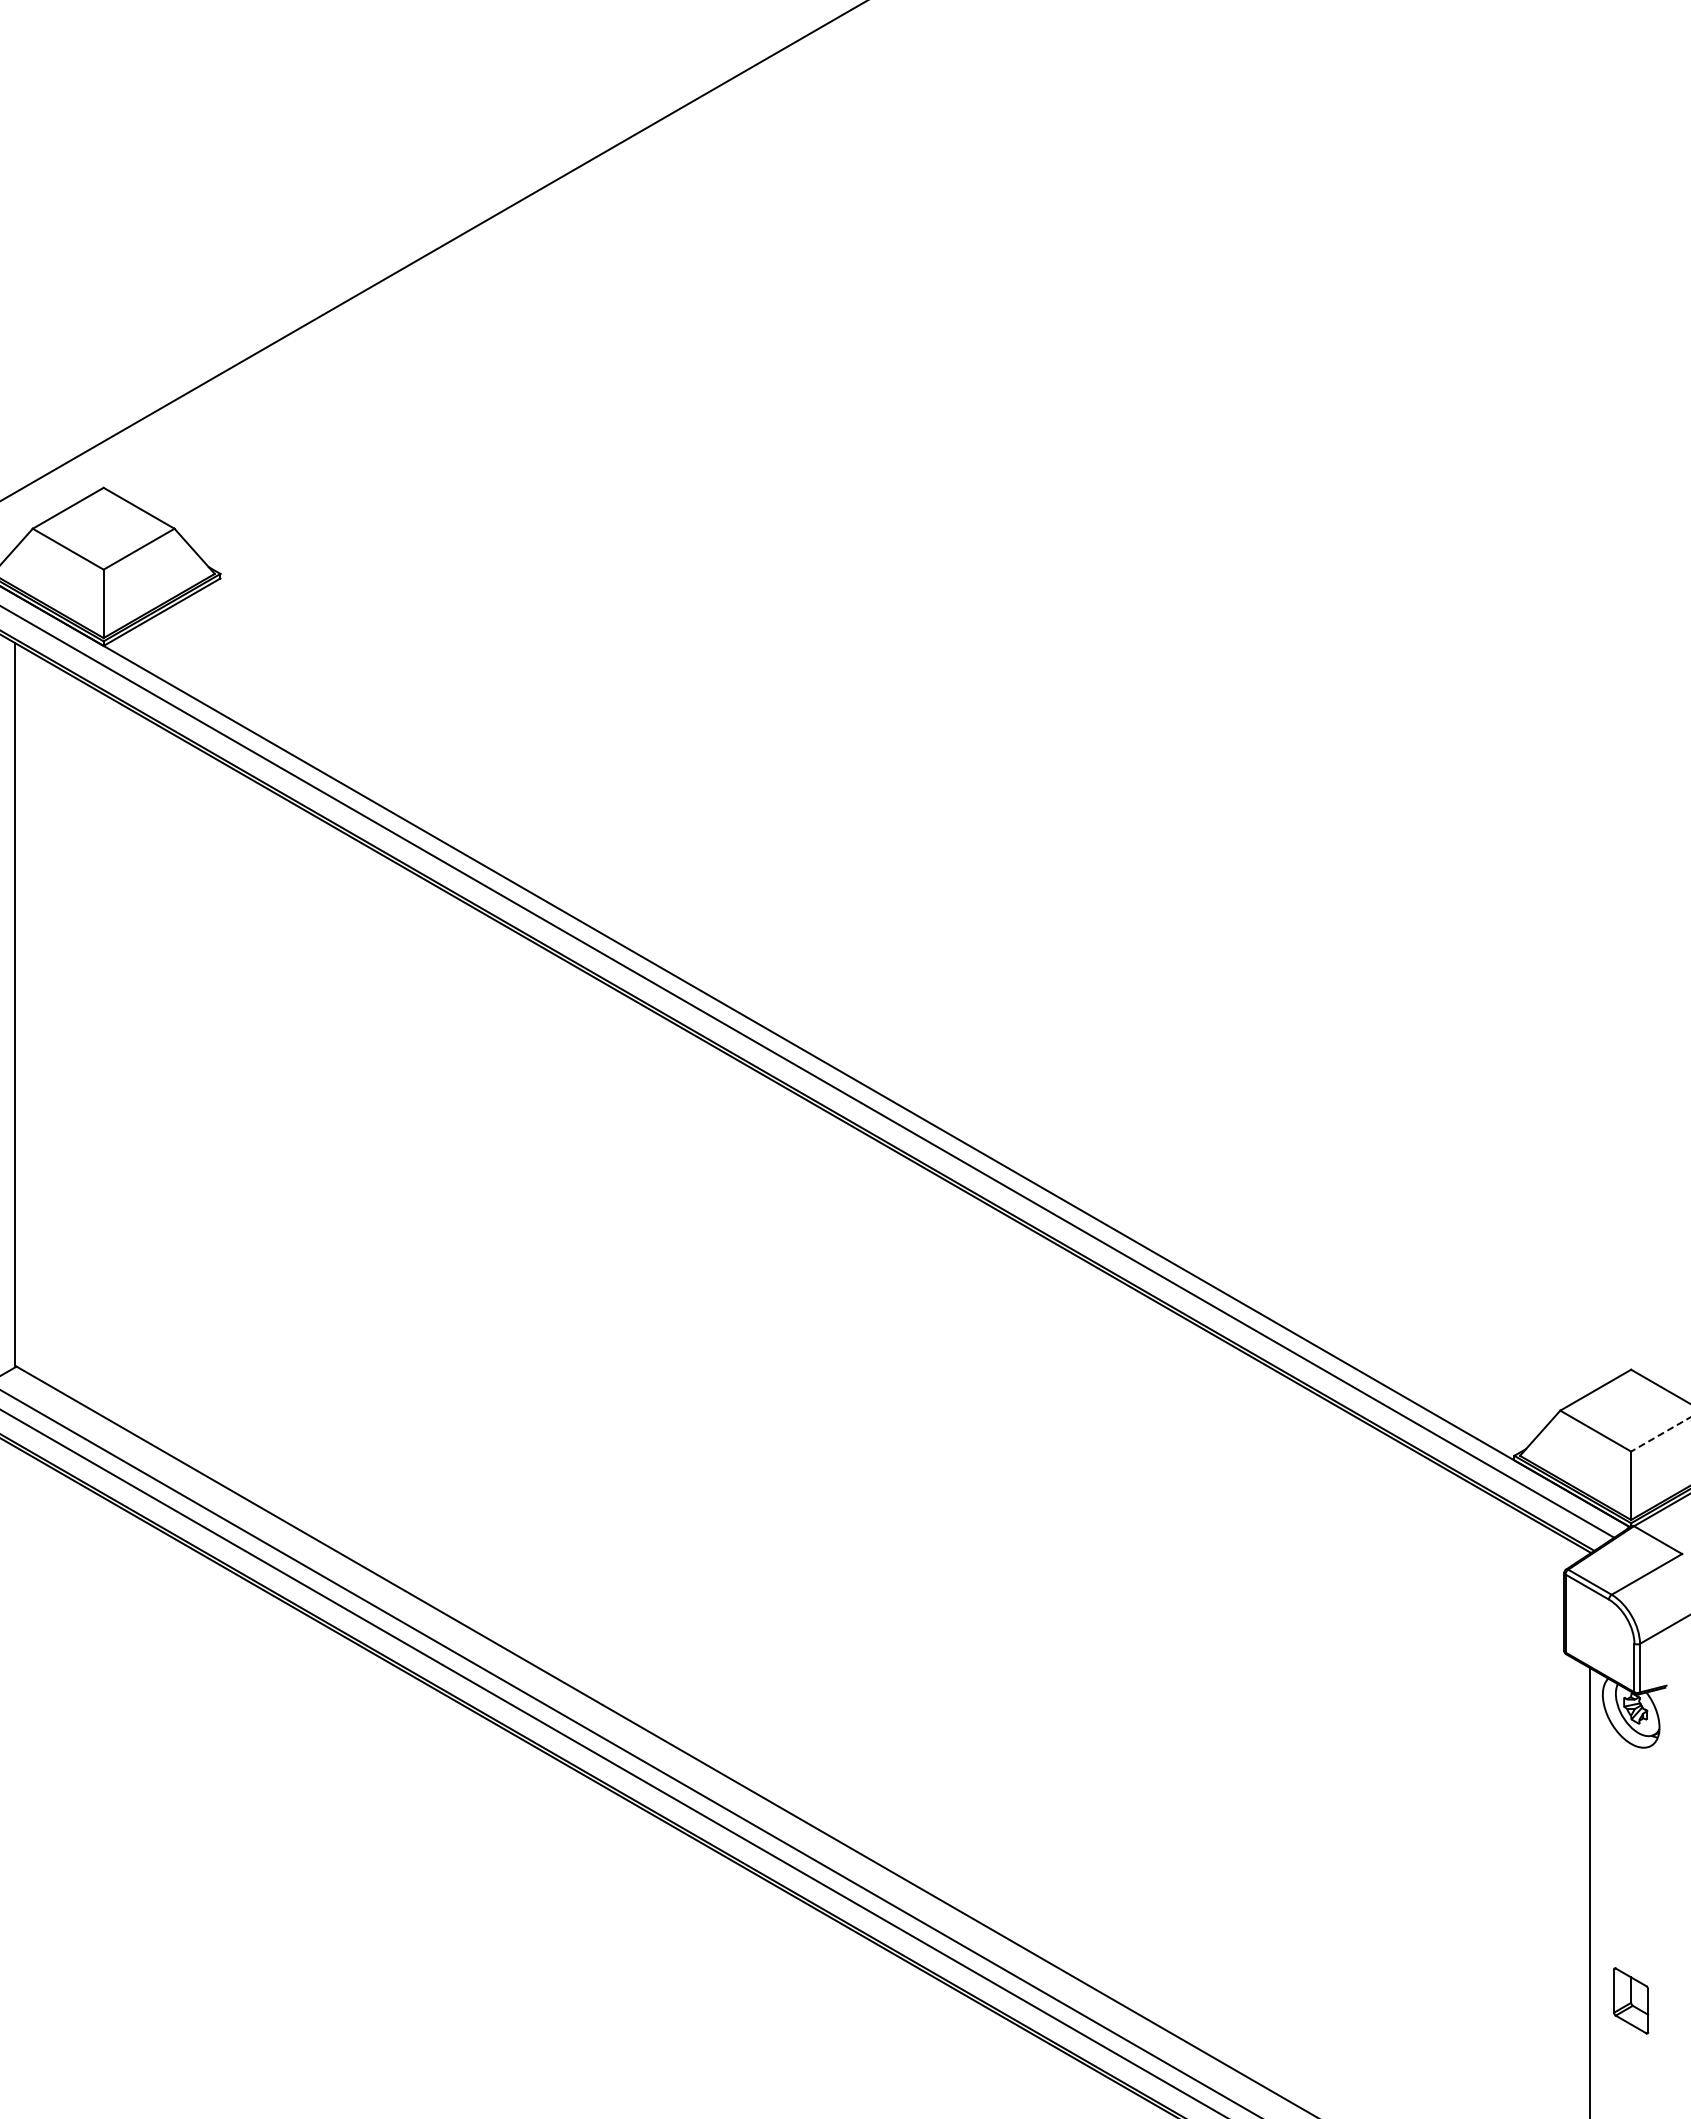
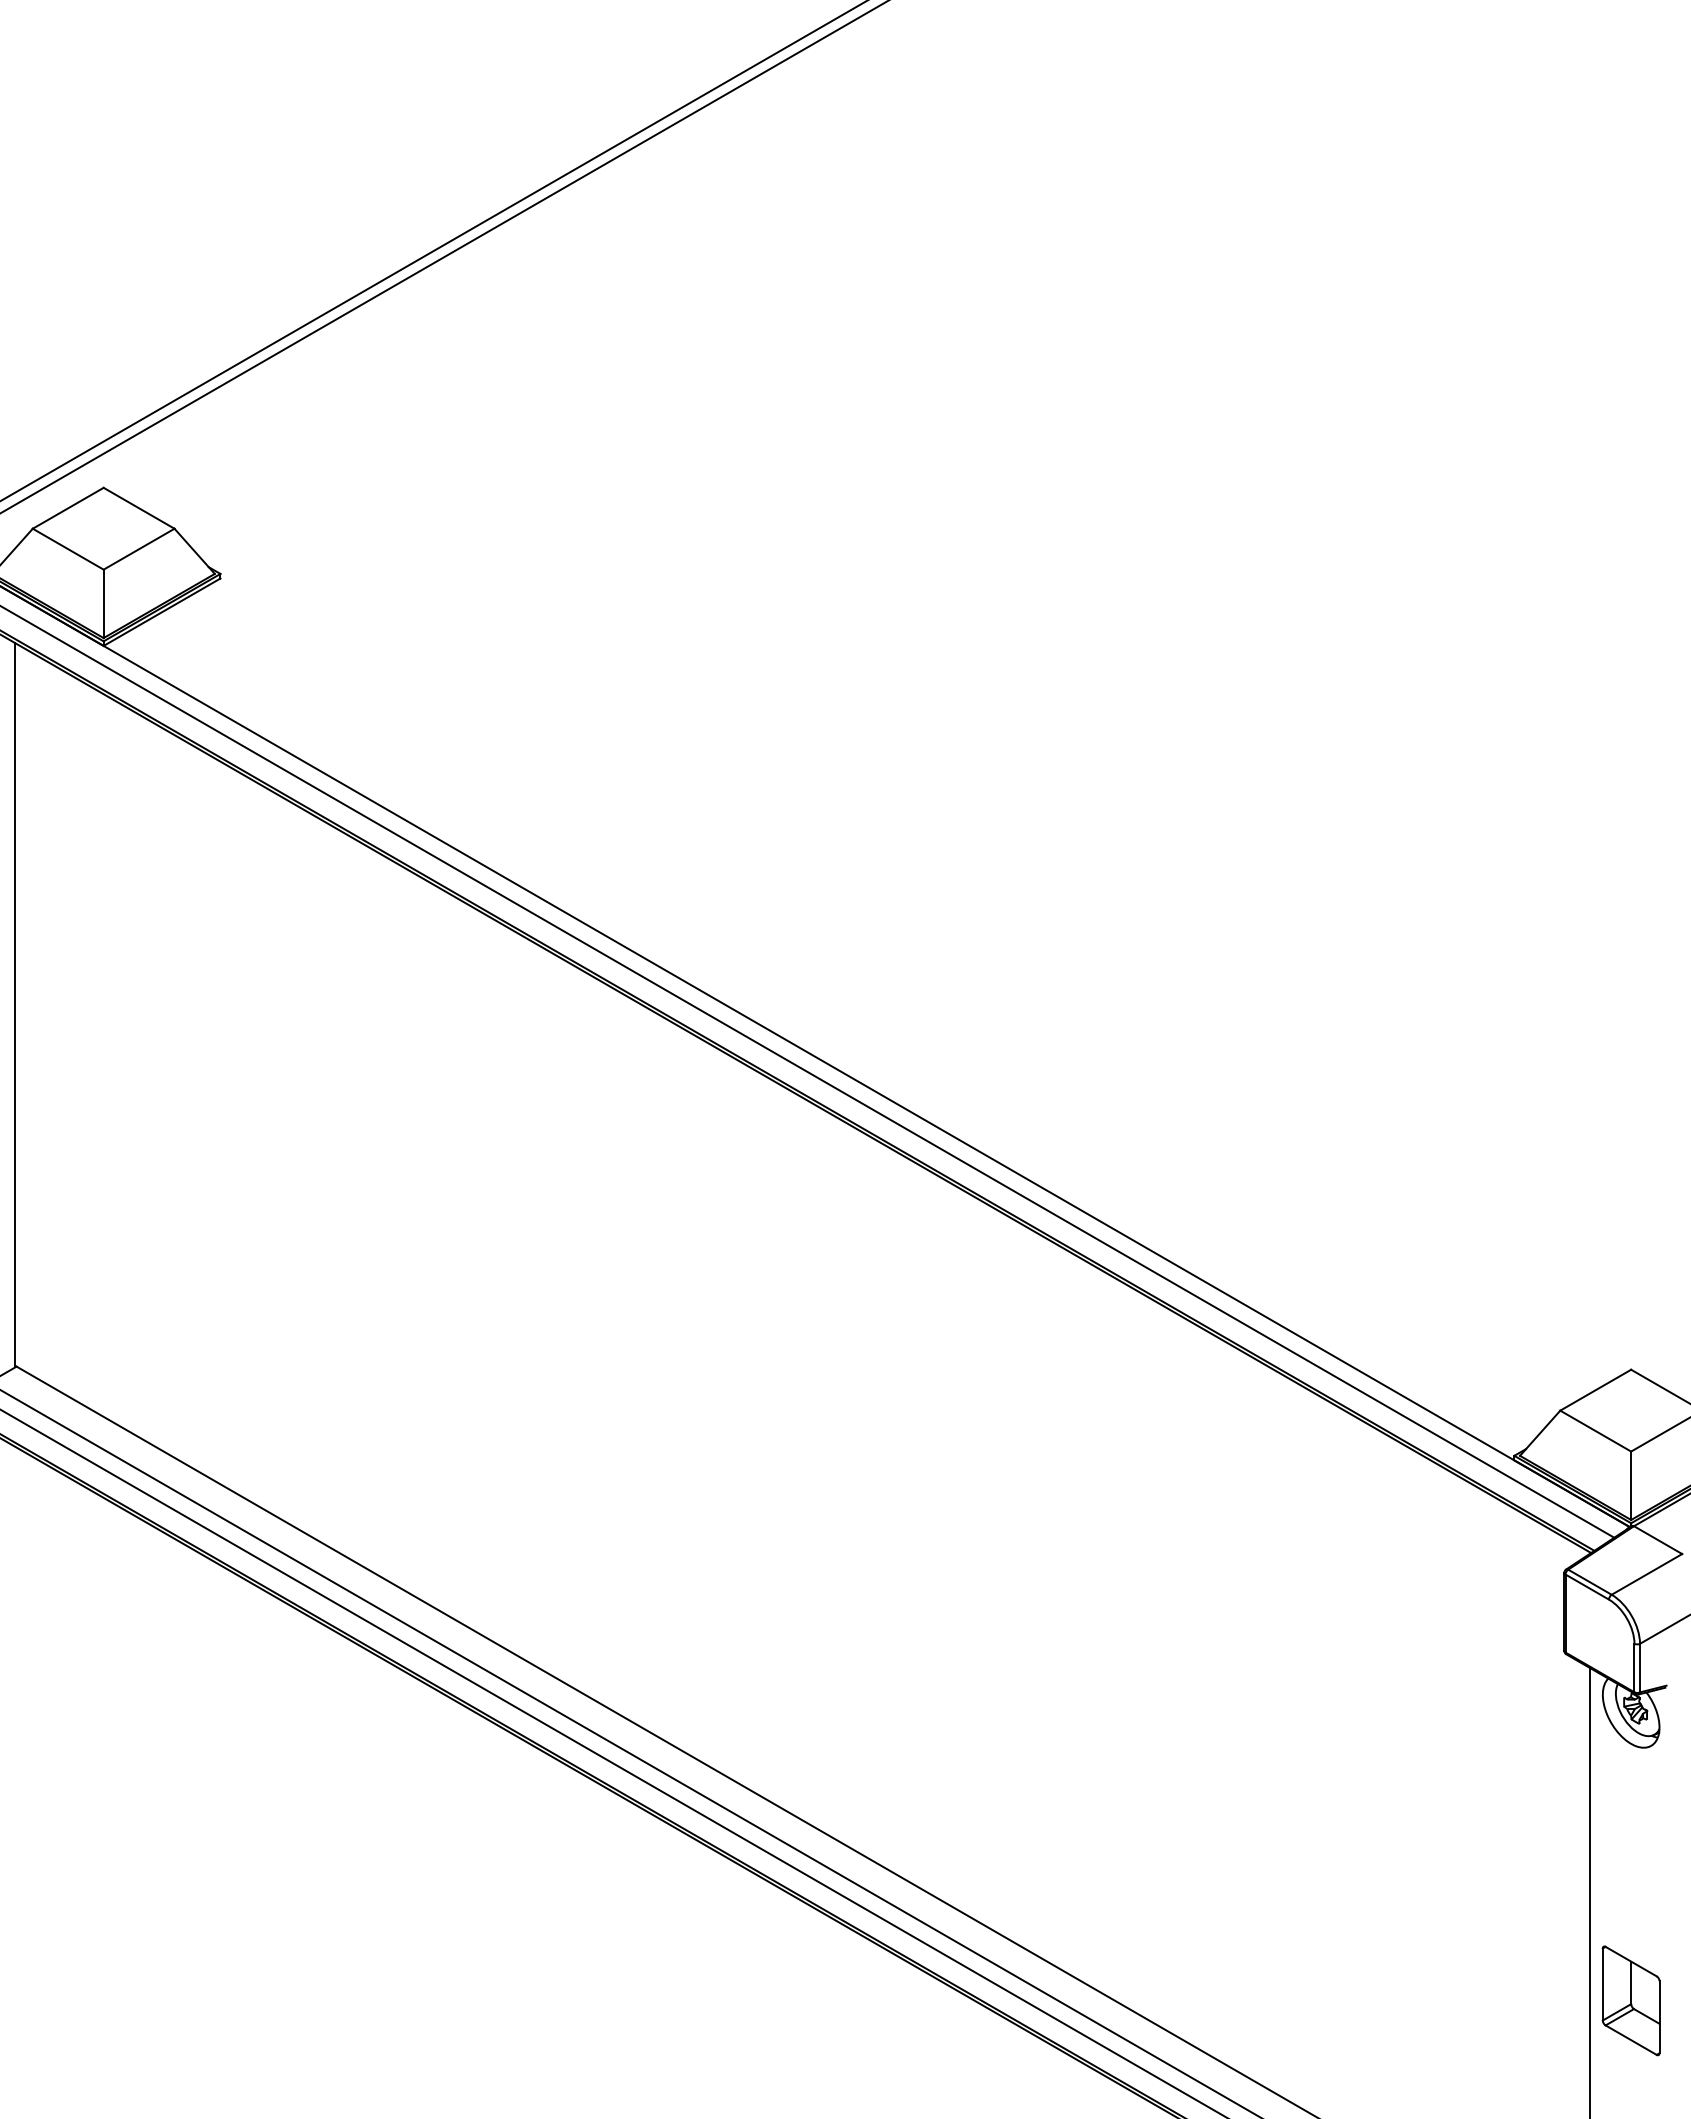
line at (443, 257): none -> present
line at (1660, 1434): dashed -> solid
part at (1631, 2000) size: 37x68 px -> 60x112 px
